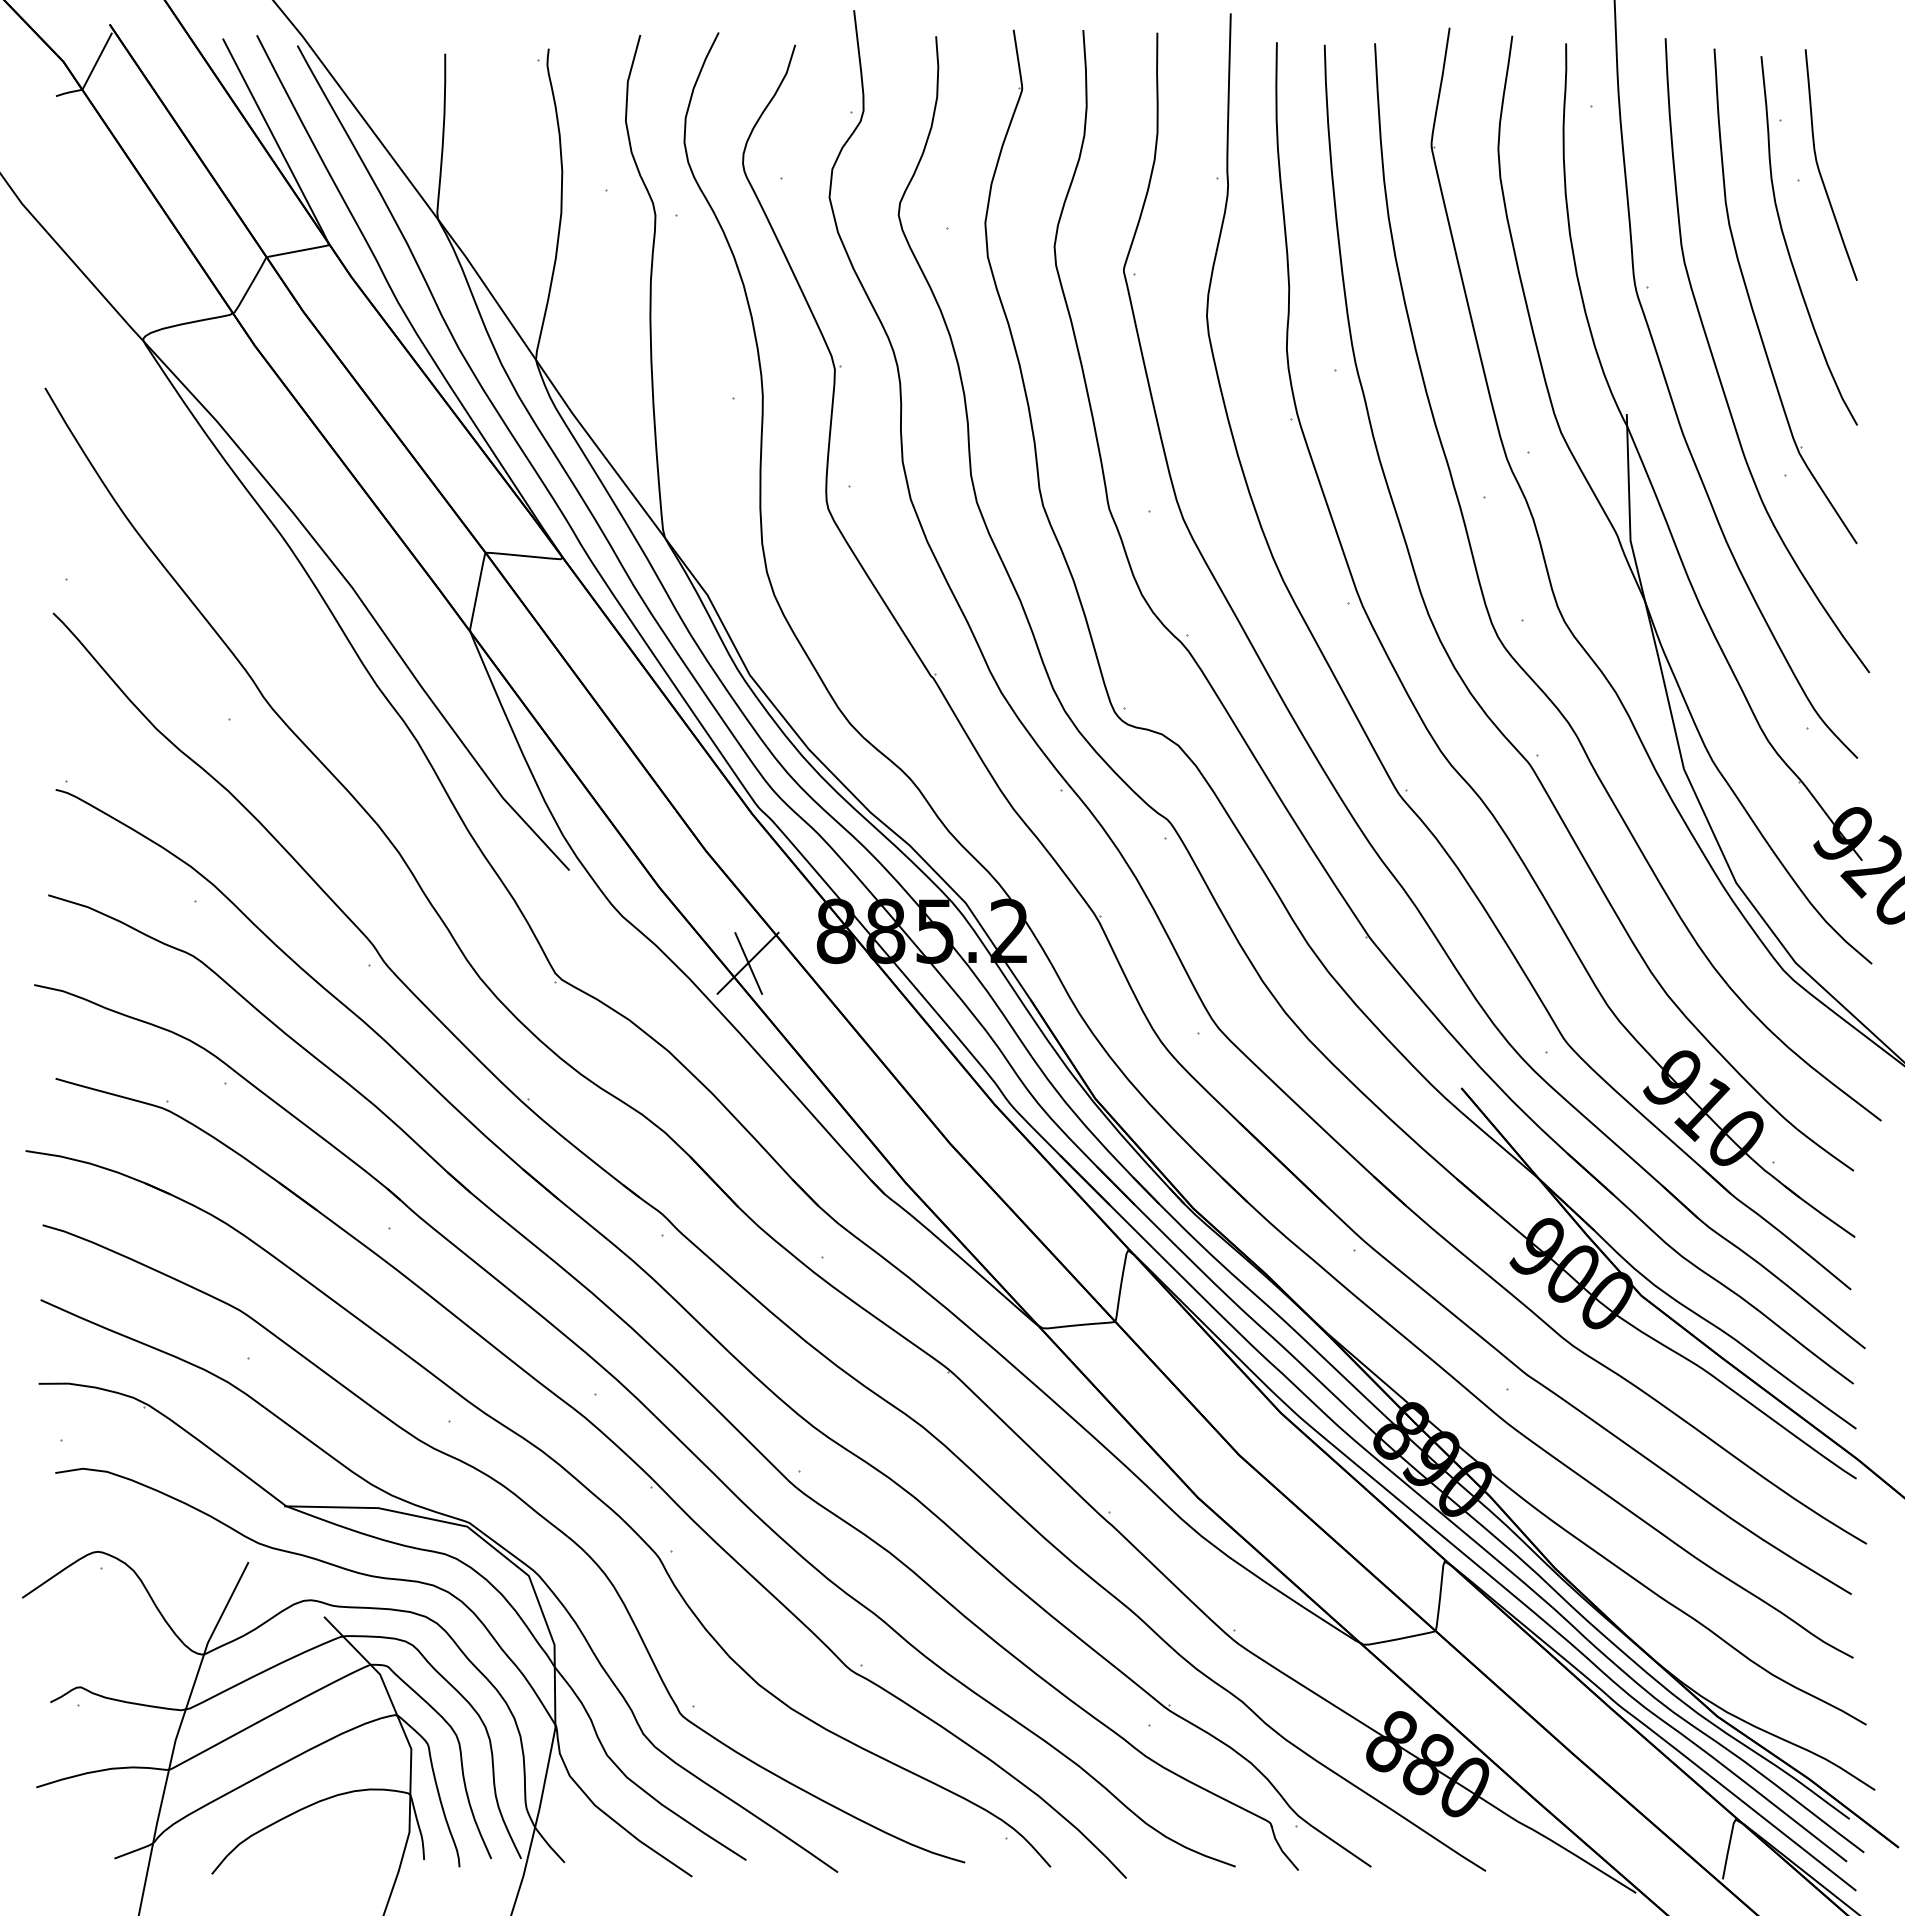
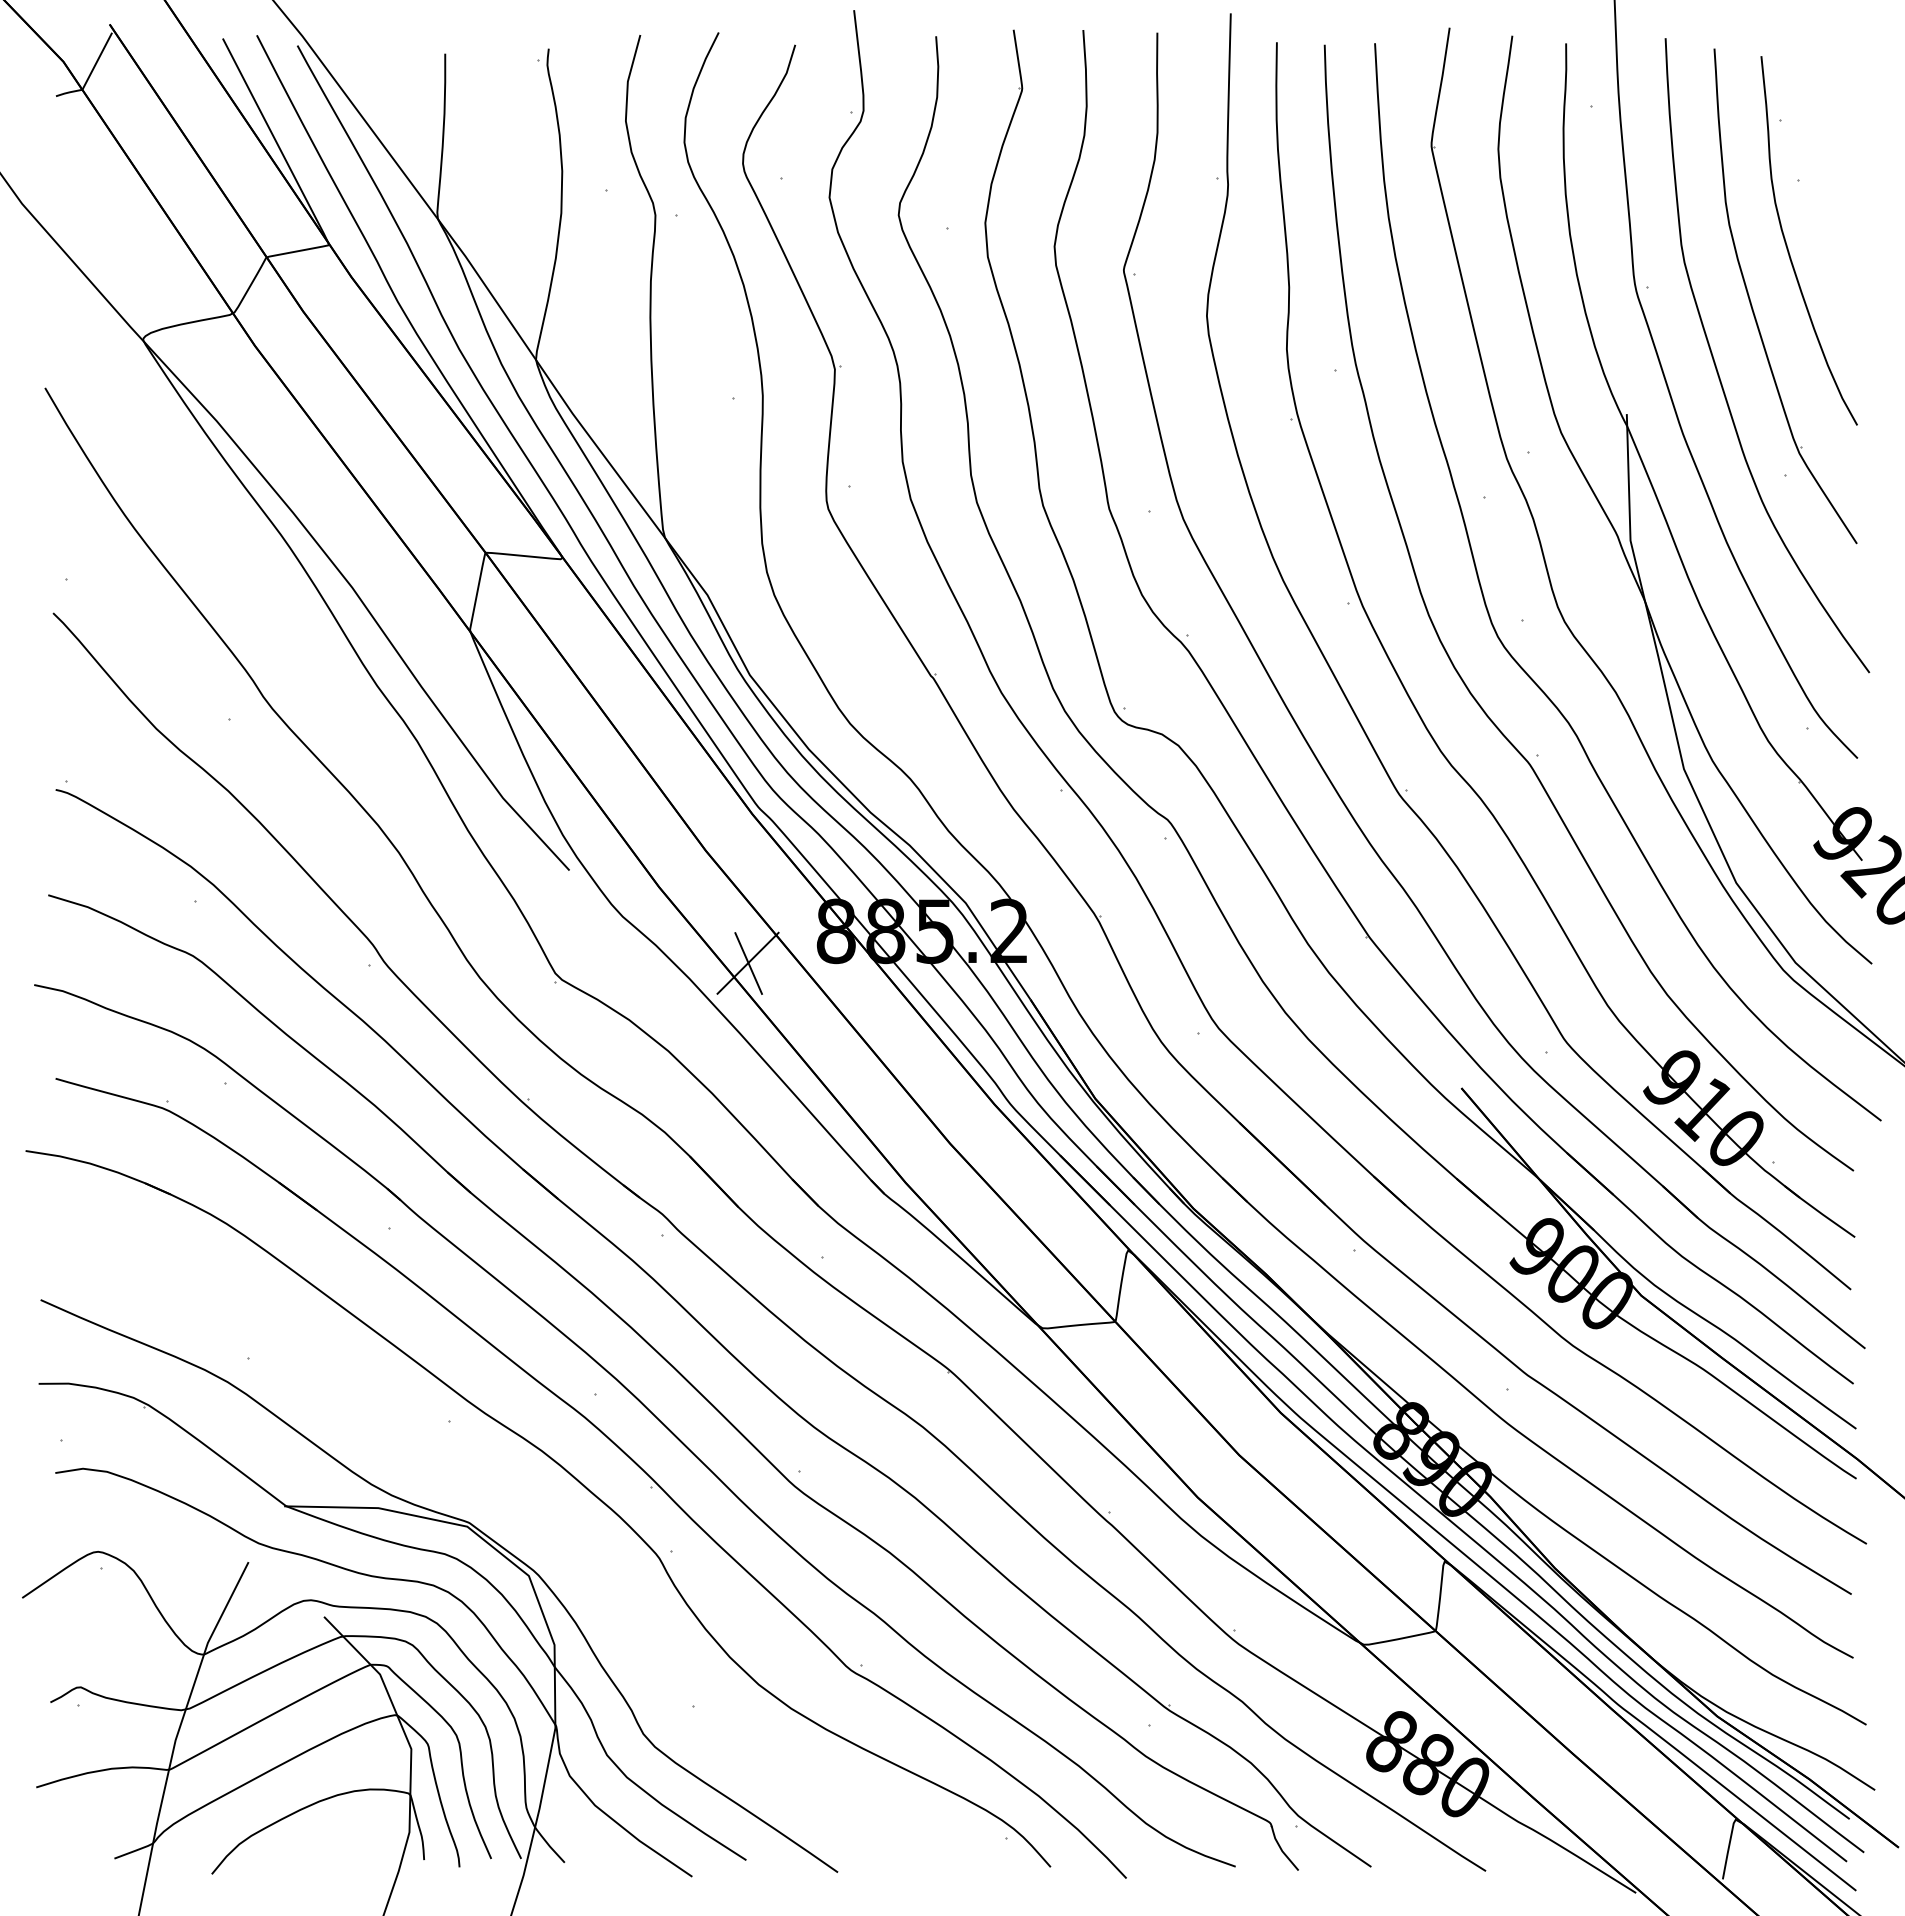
curve at (1819, 167): present -> none
curve at (532, 1510): present -> none
